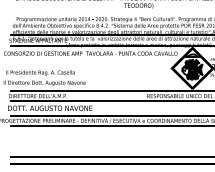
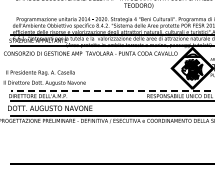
line at (112, 90): solid -> dashed
line at (111, 126): present -> none
line at (111, 156): present -> none
